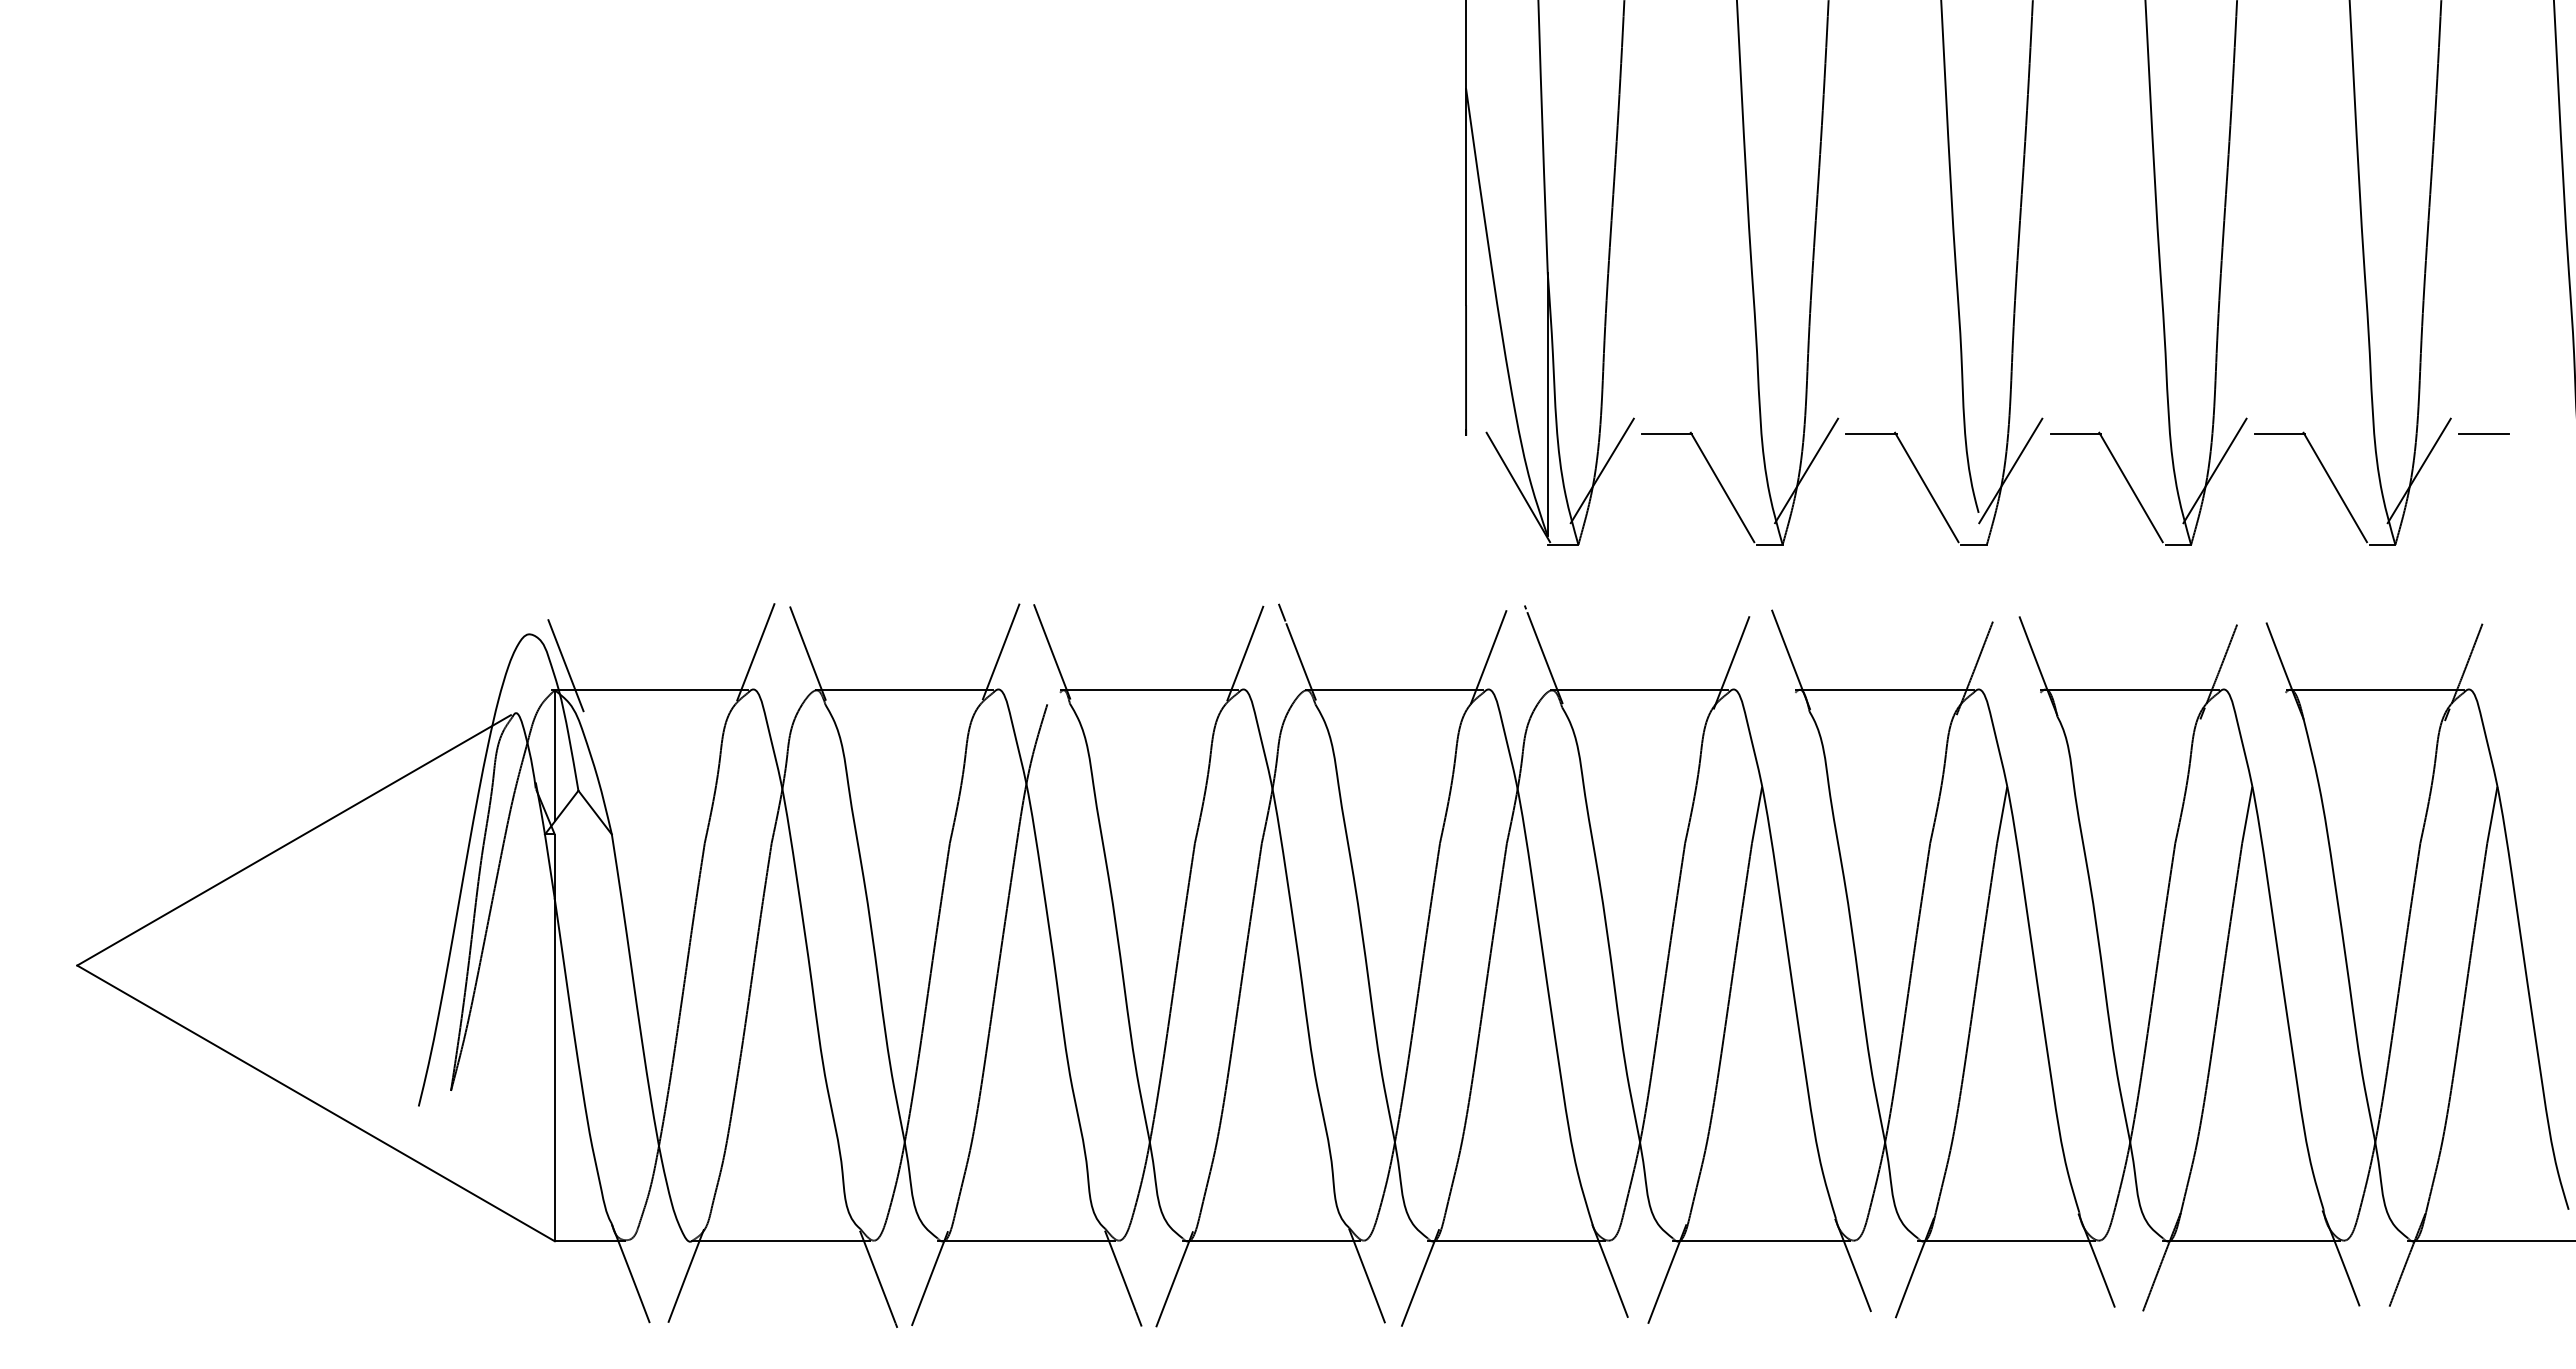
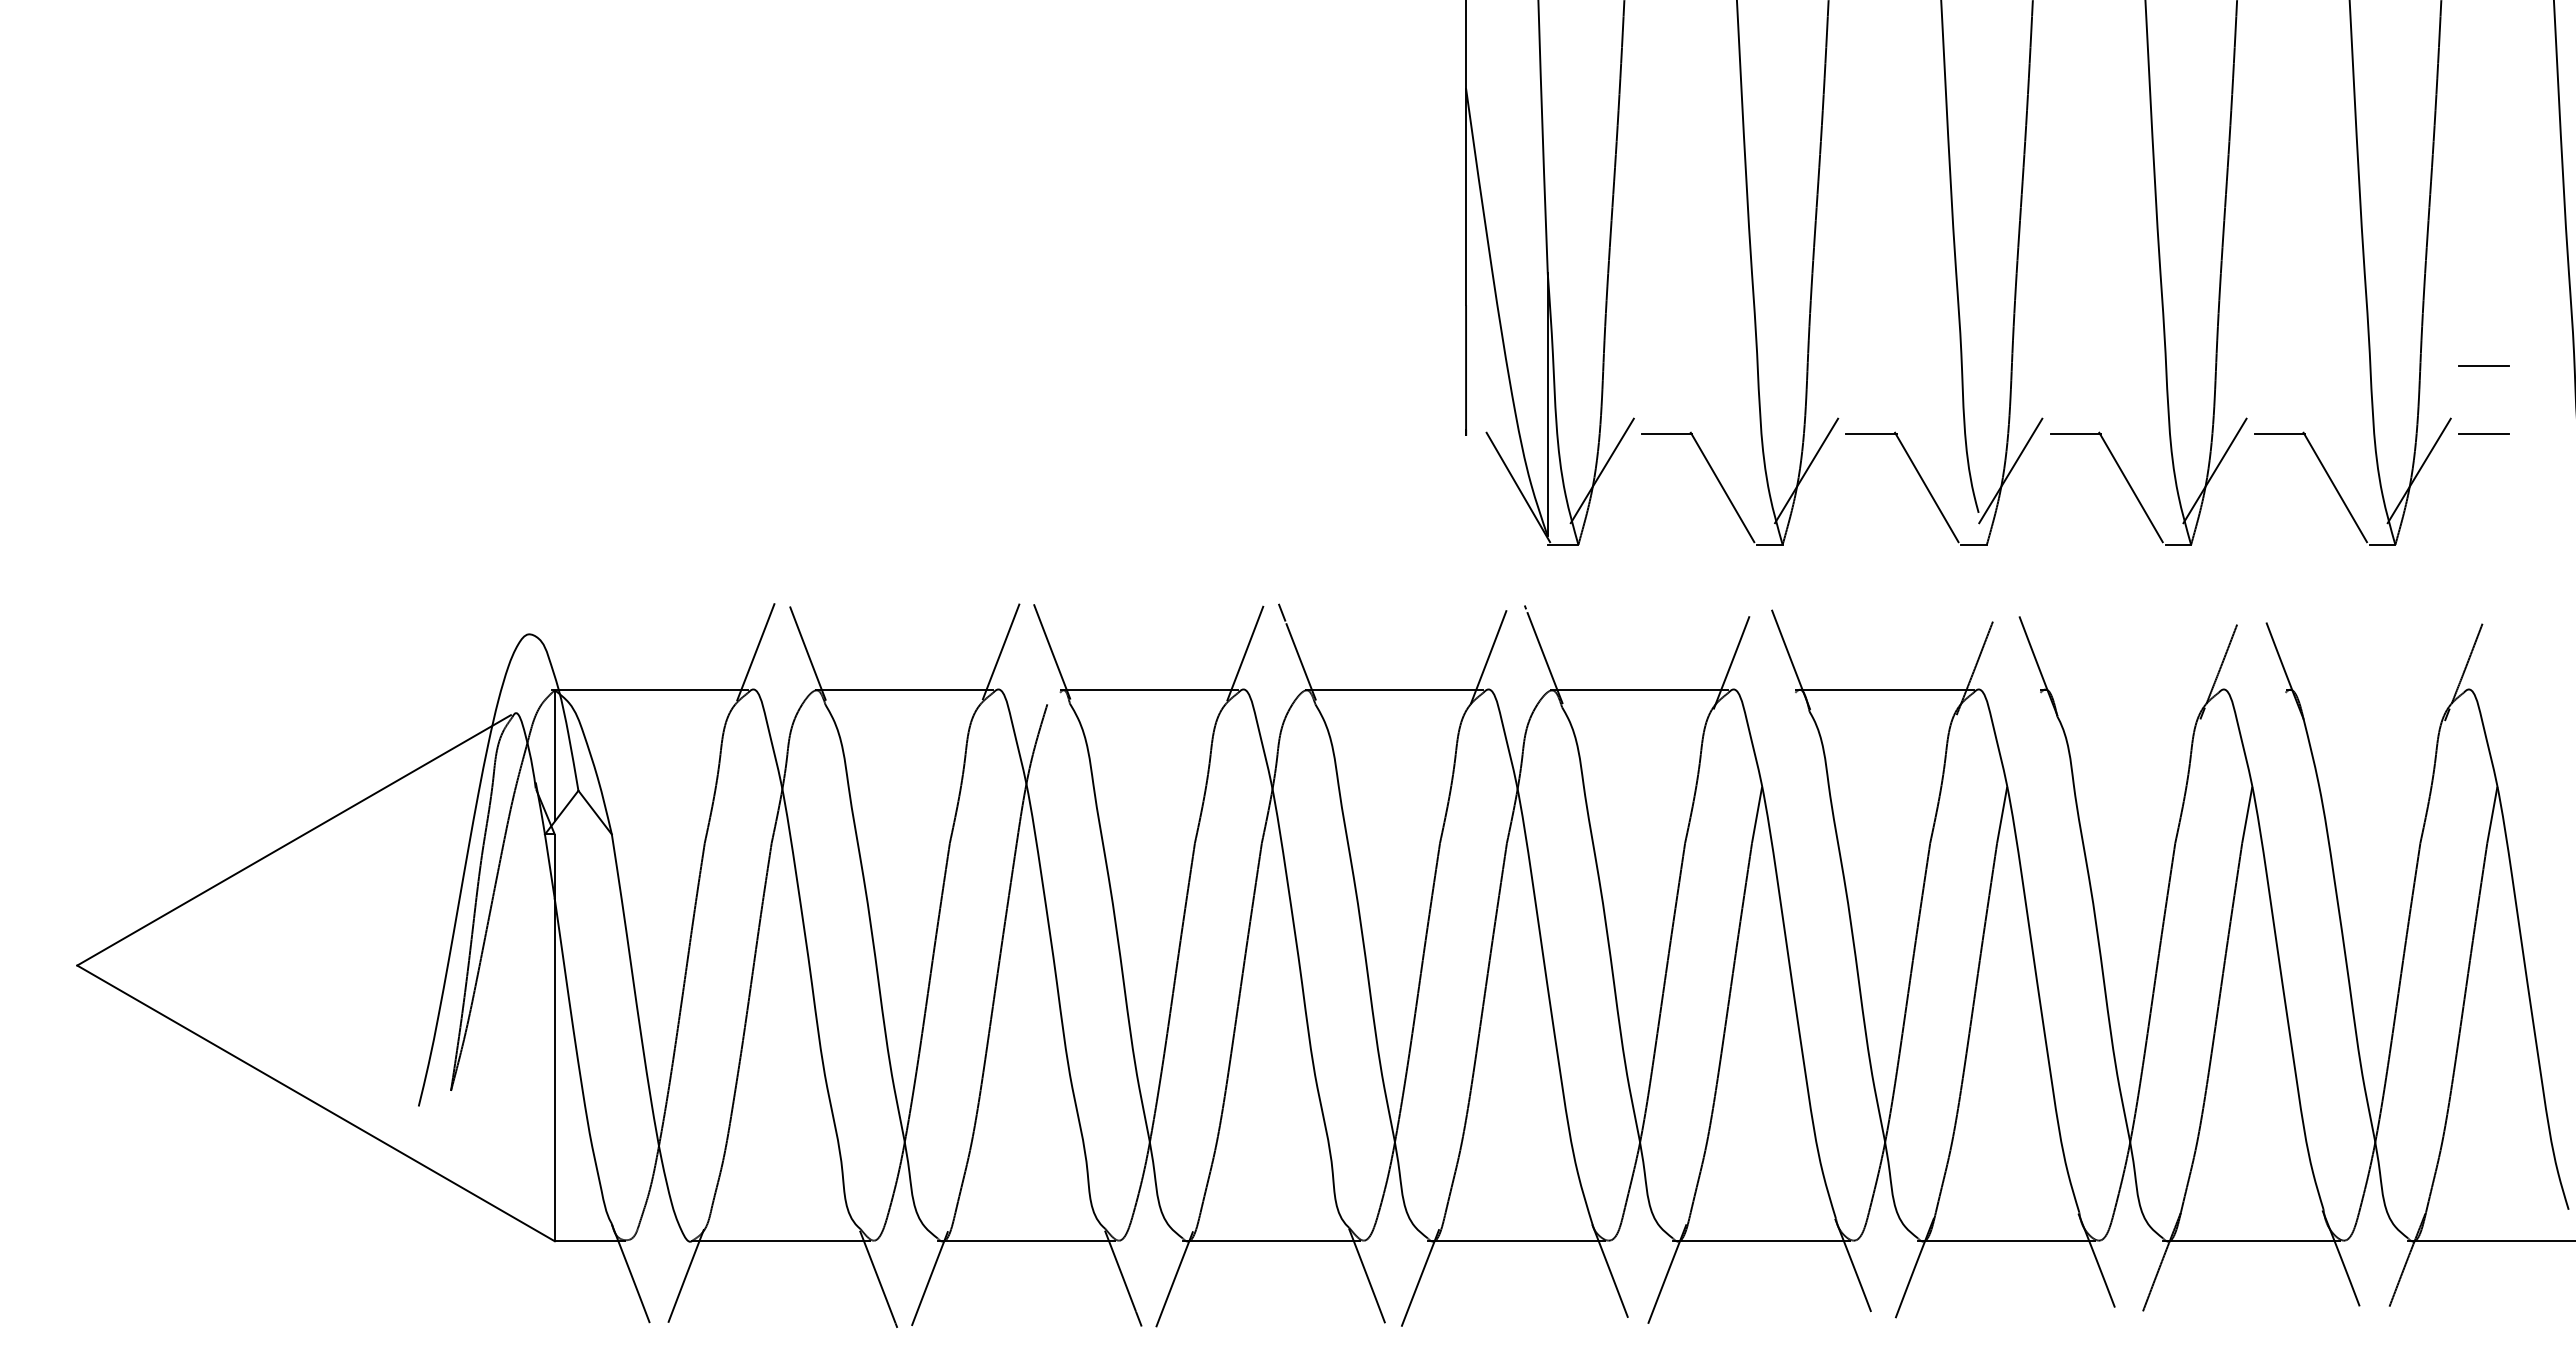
line at (2483, 365): none -> present
line at (565, 665): present -> none
line at (2132, 689): present -> none
line at (2377, 689): present -> none
